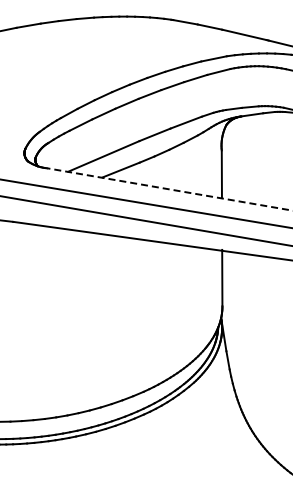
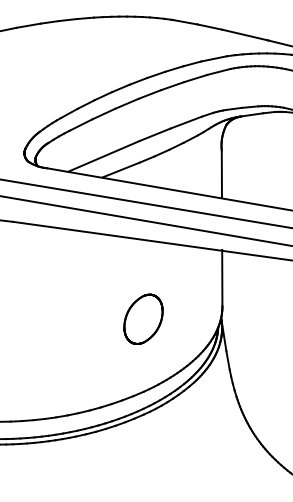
line at (169, 189): dashed -> solid
part at (143, 318): none -> present
